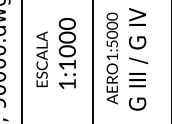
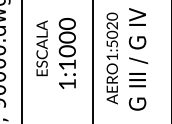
text at (112, 25): 1:5000 -> 1:5020
text at (41, 59) position: (41, 59) -> (41, 48)
